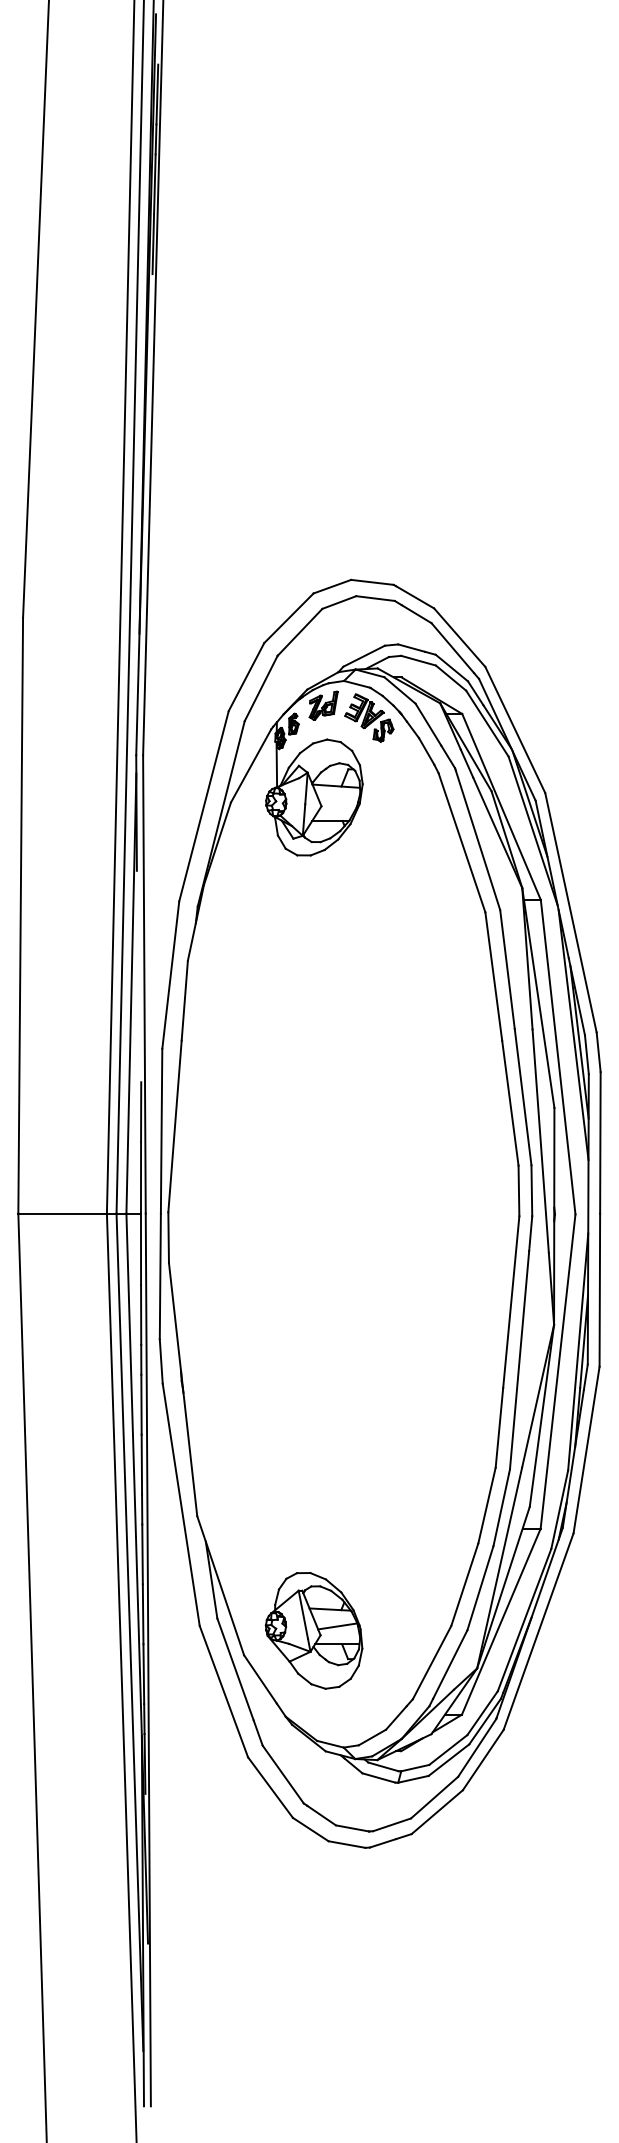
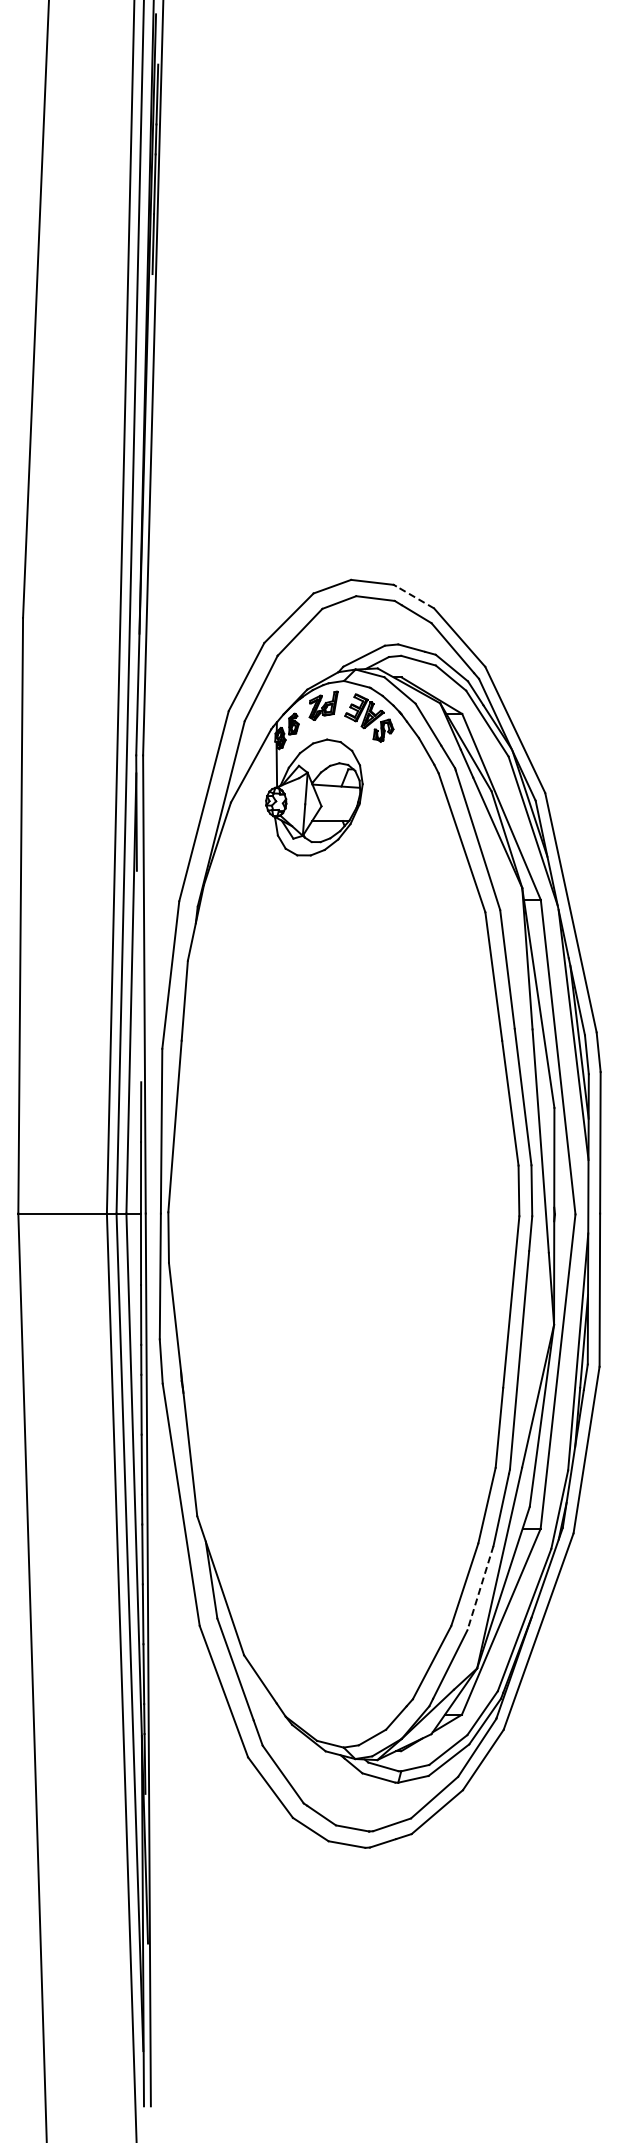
line at (414, 597): solid -> dashed
line at (480, 1588): solid -> dashed
part at (313, 1630): present -> none
